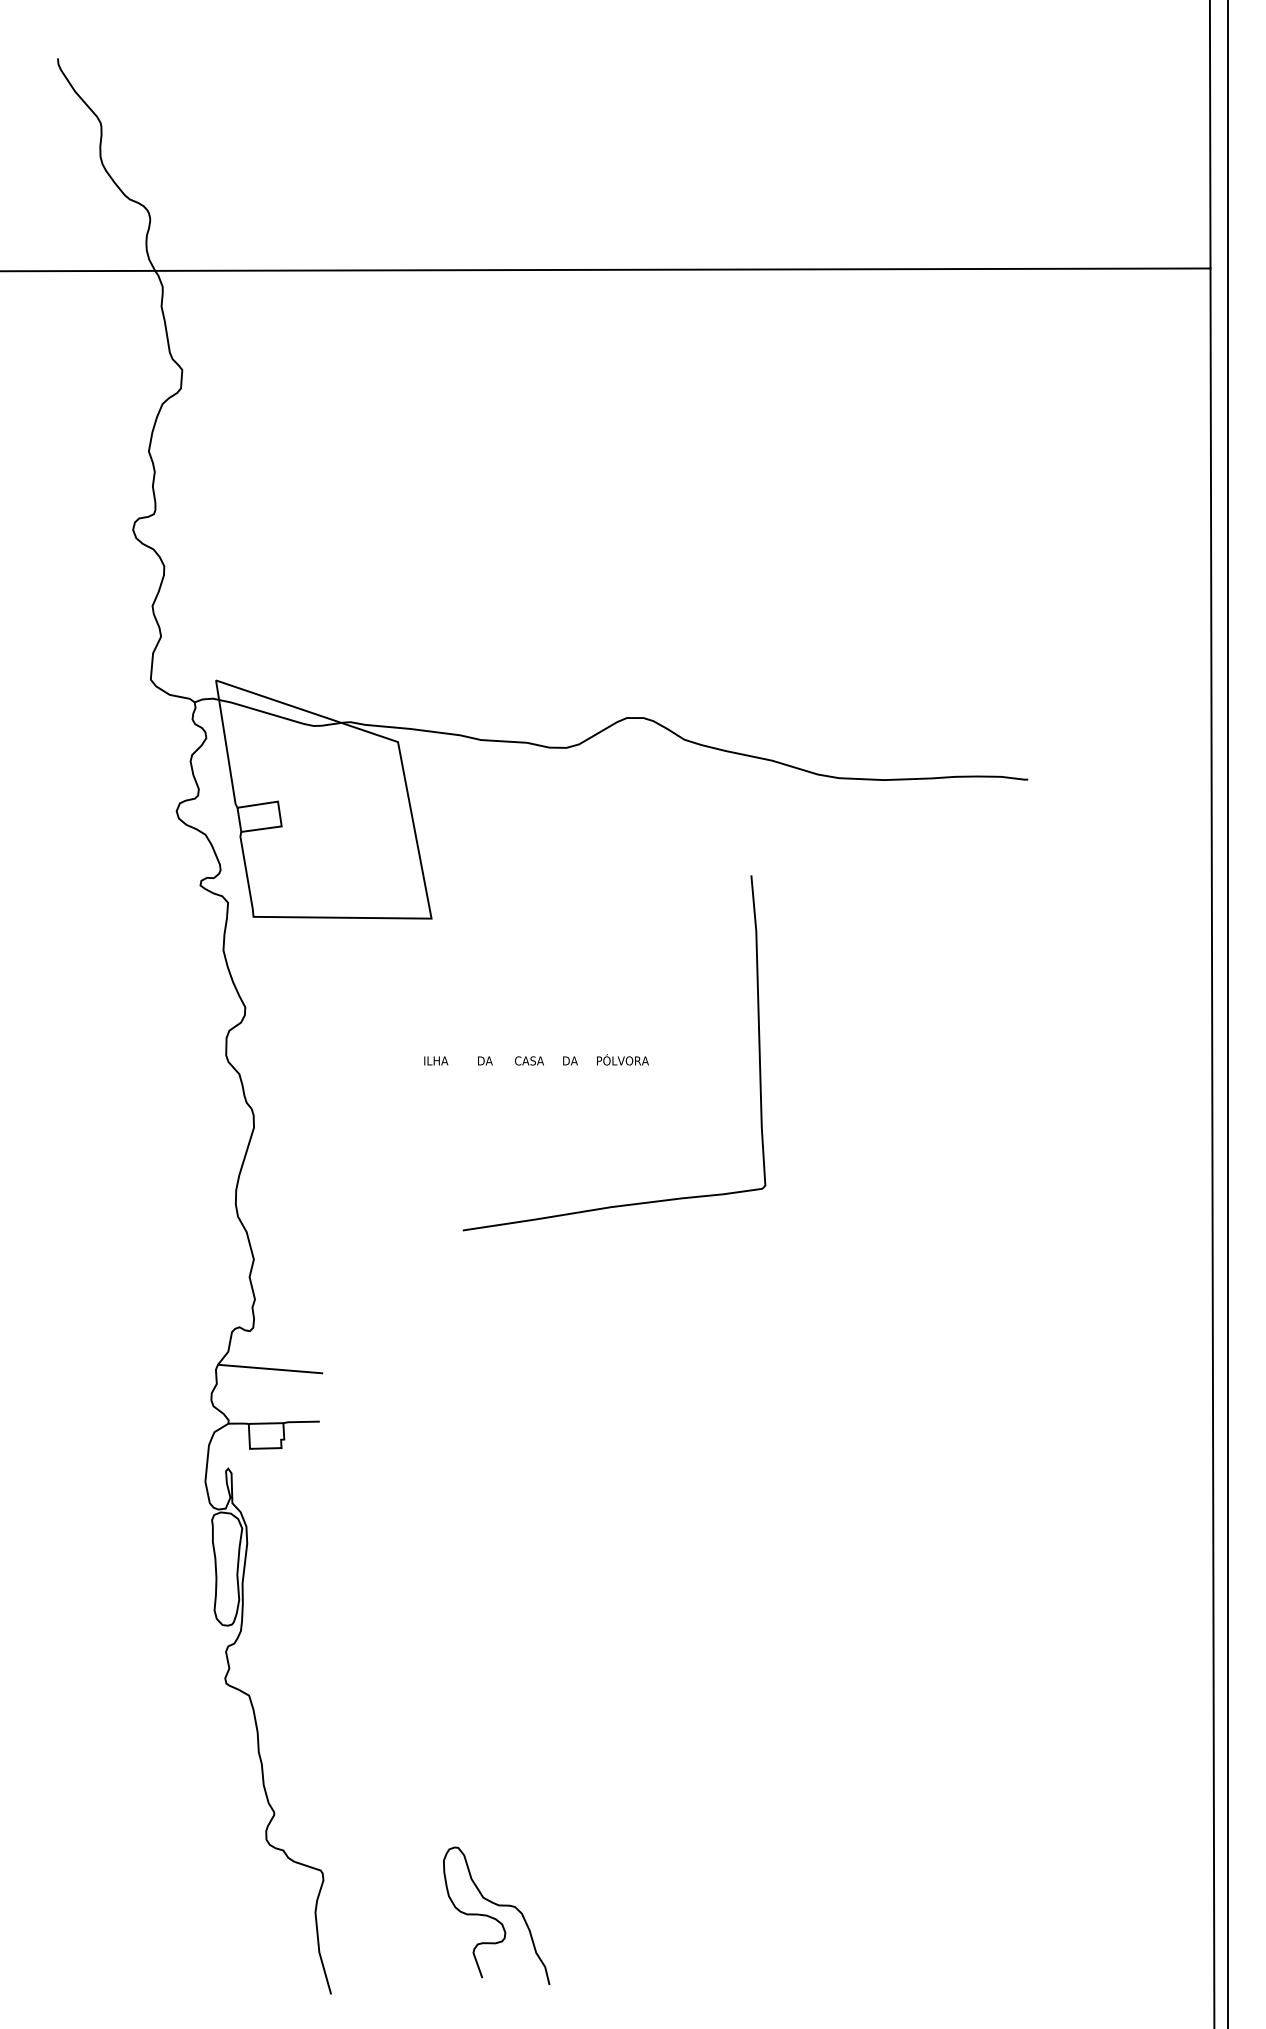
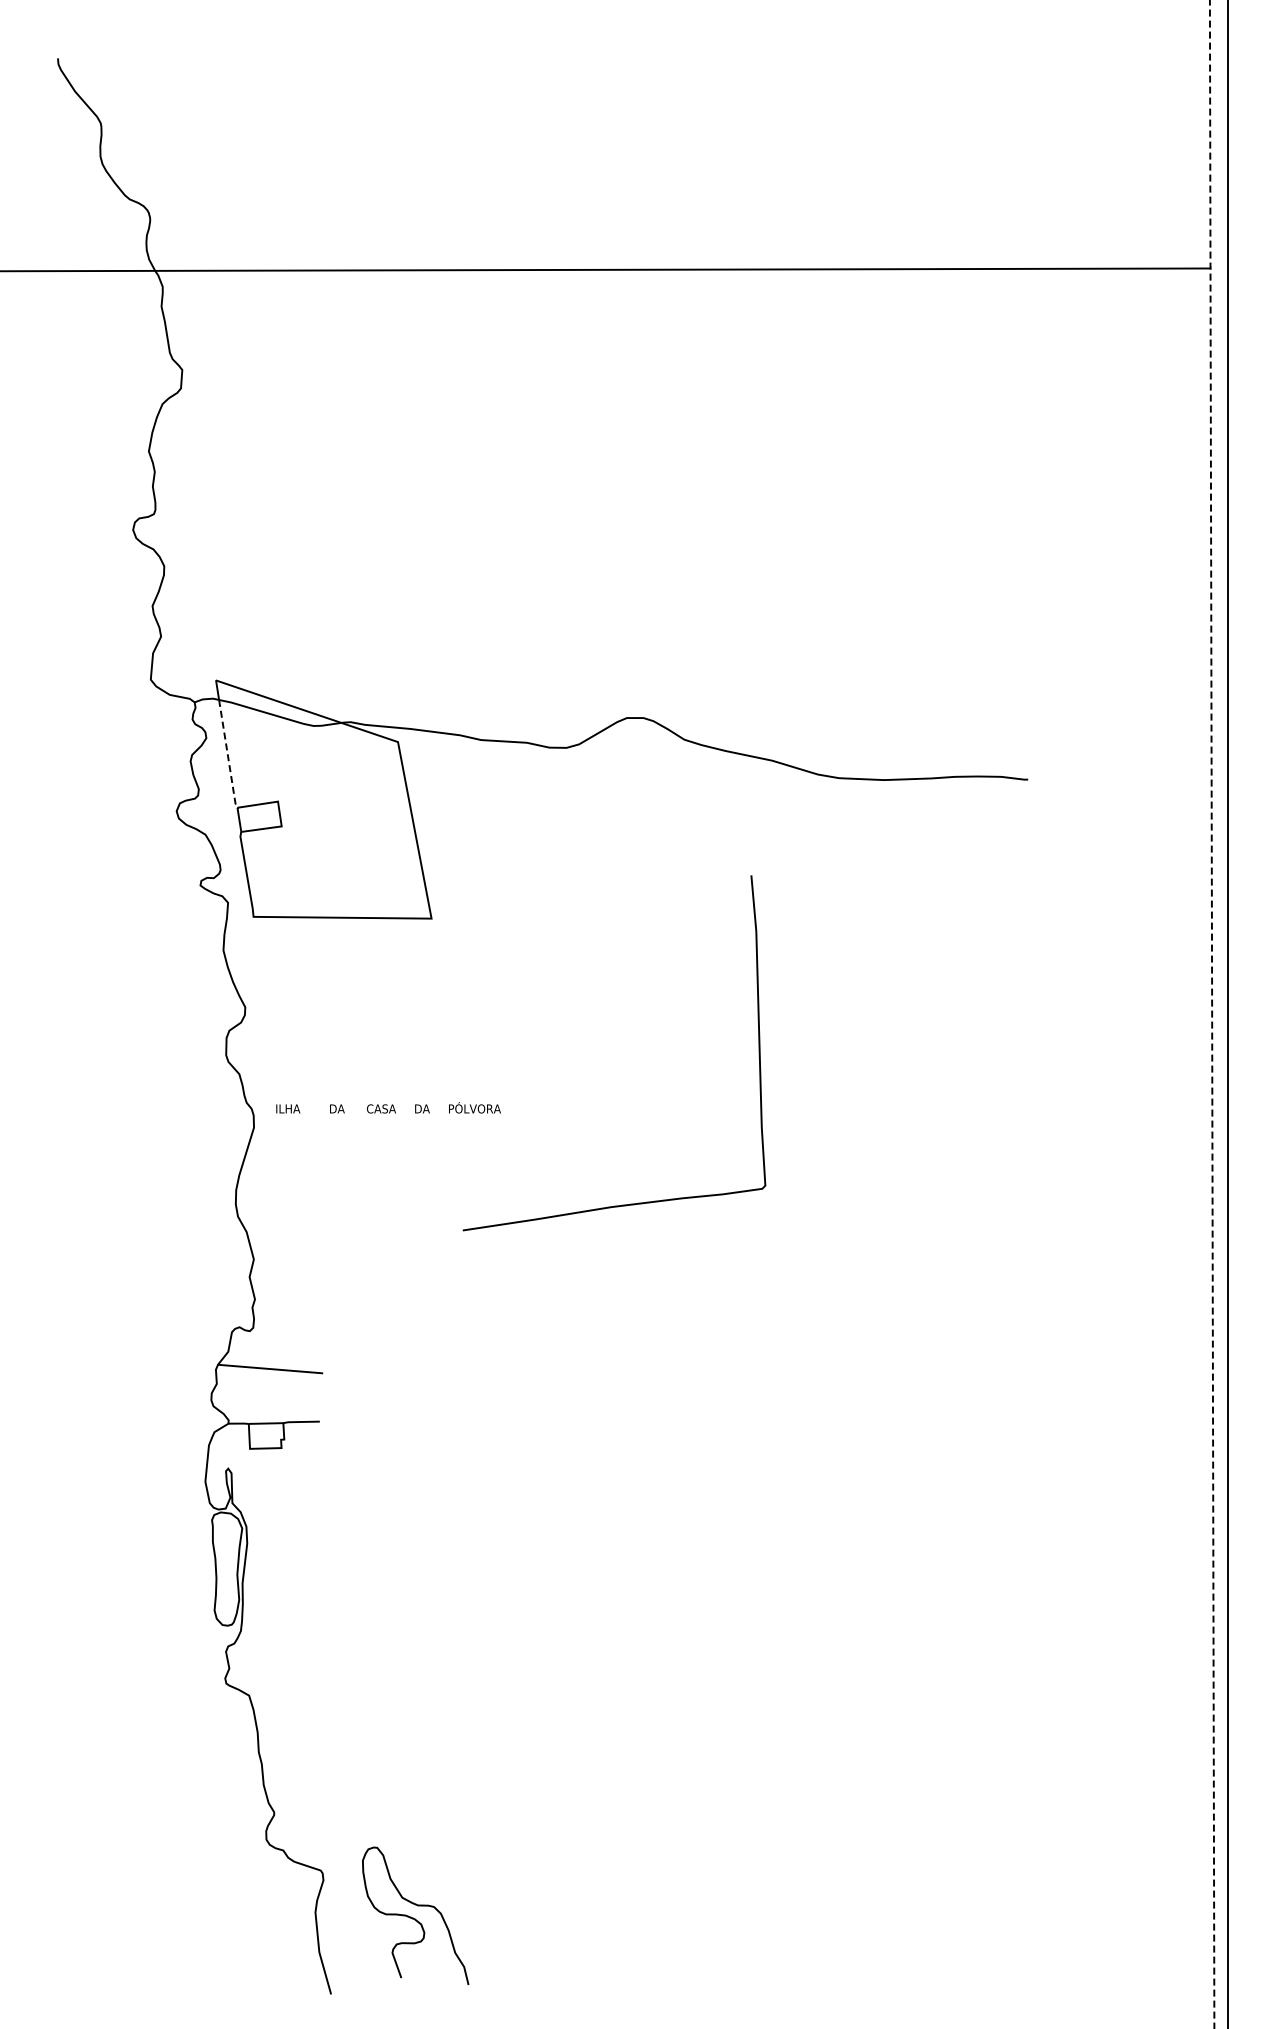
line at (227, 754): solid -> dashed
line at (1212, 1014): solid -> dashed
text at (536, 1059) position: (536, 1059) -> (388, 1107)
curve at (494, 1917) position: (494, 1917) -> (413, 1917)
